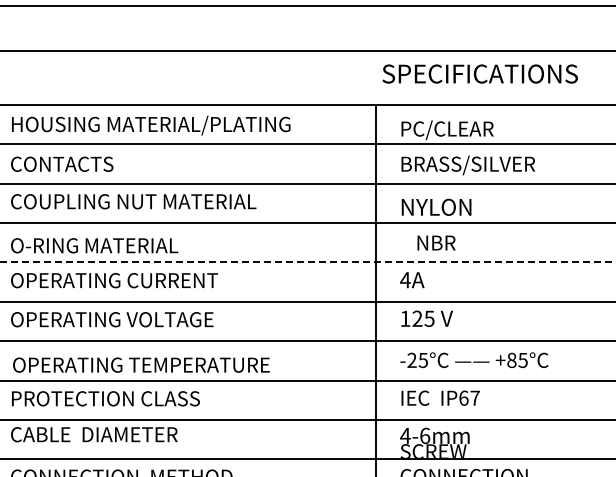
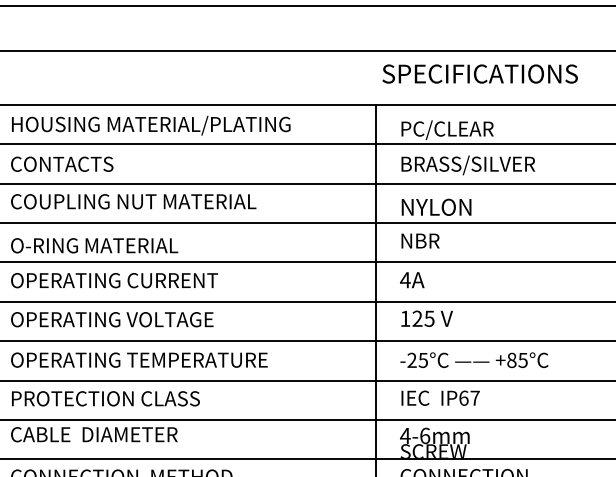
text at (436, 242) position: (436, 242) -> (420, 240)
line at (308, 262): dashed -> solid
text at (141, 364) position: (141, 364) -> (139, 359)
